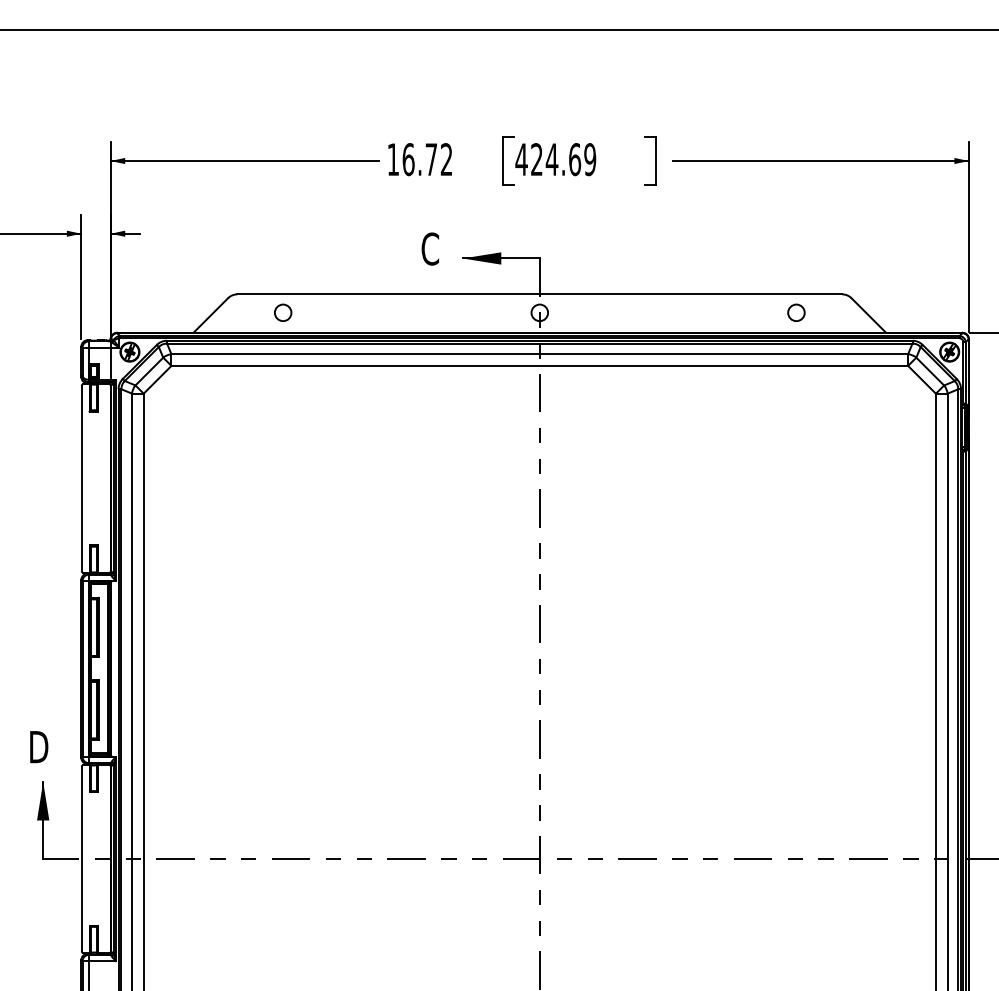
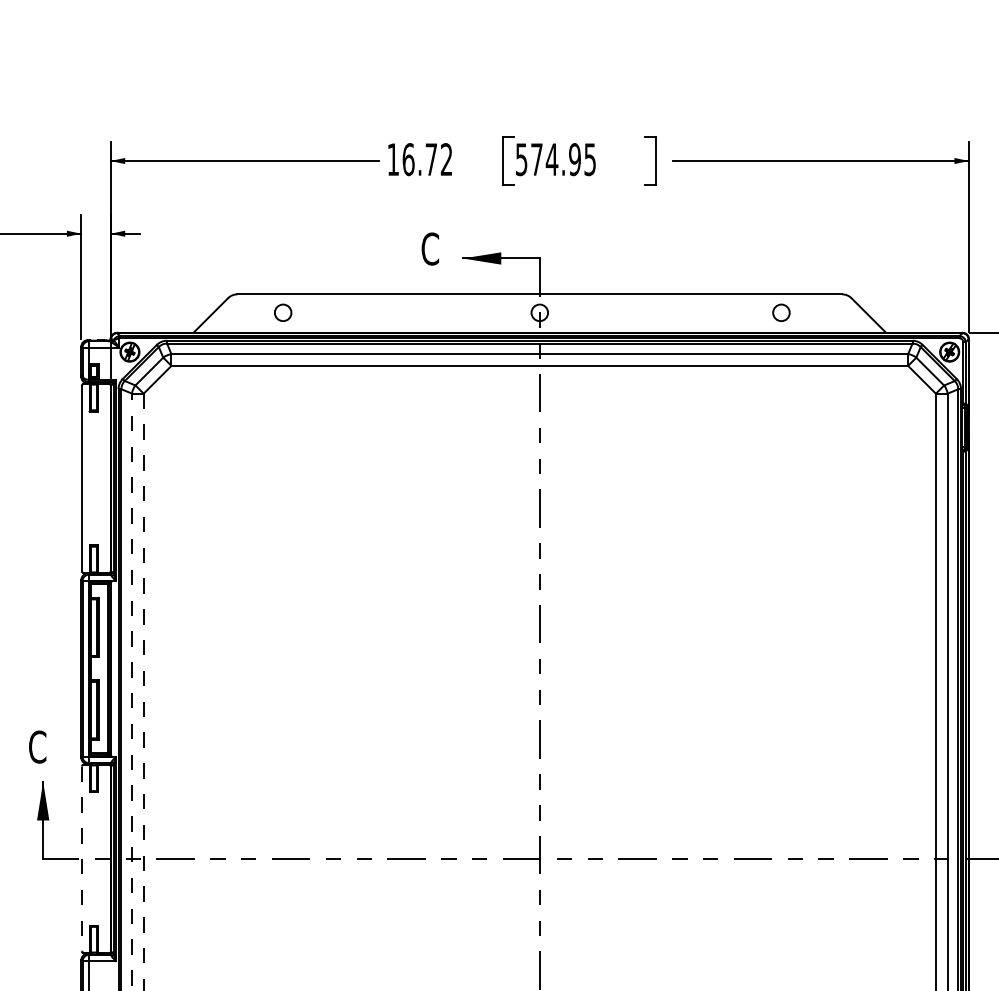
line at (498, 29): present -> none
text at (555, 159): 424.69 -> 574.95
circle at (796, 312) position: (796, 312) -> (781, 312)
line at (132, 691): solid -> dashed
line at (143, 692): solid -> dashed
text at (38, 746): D -> C
line at (81, 859): solid -> dashed
